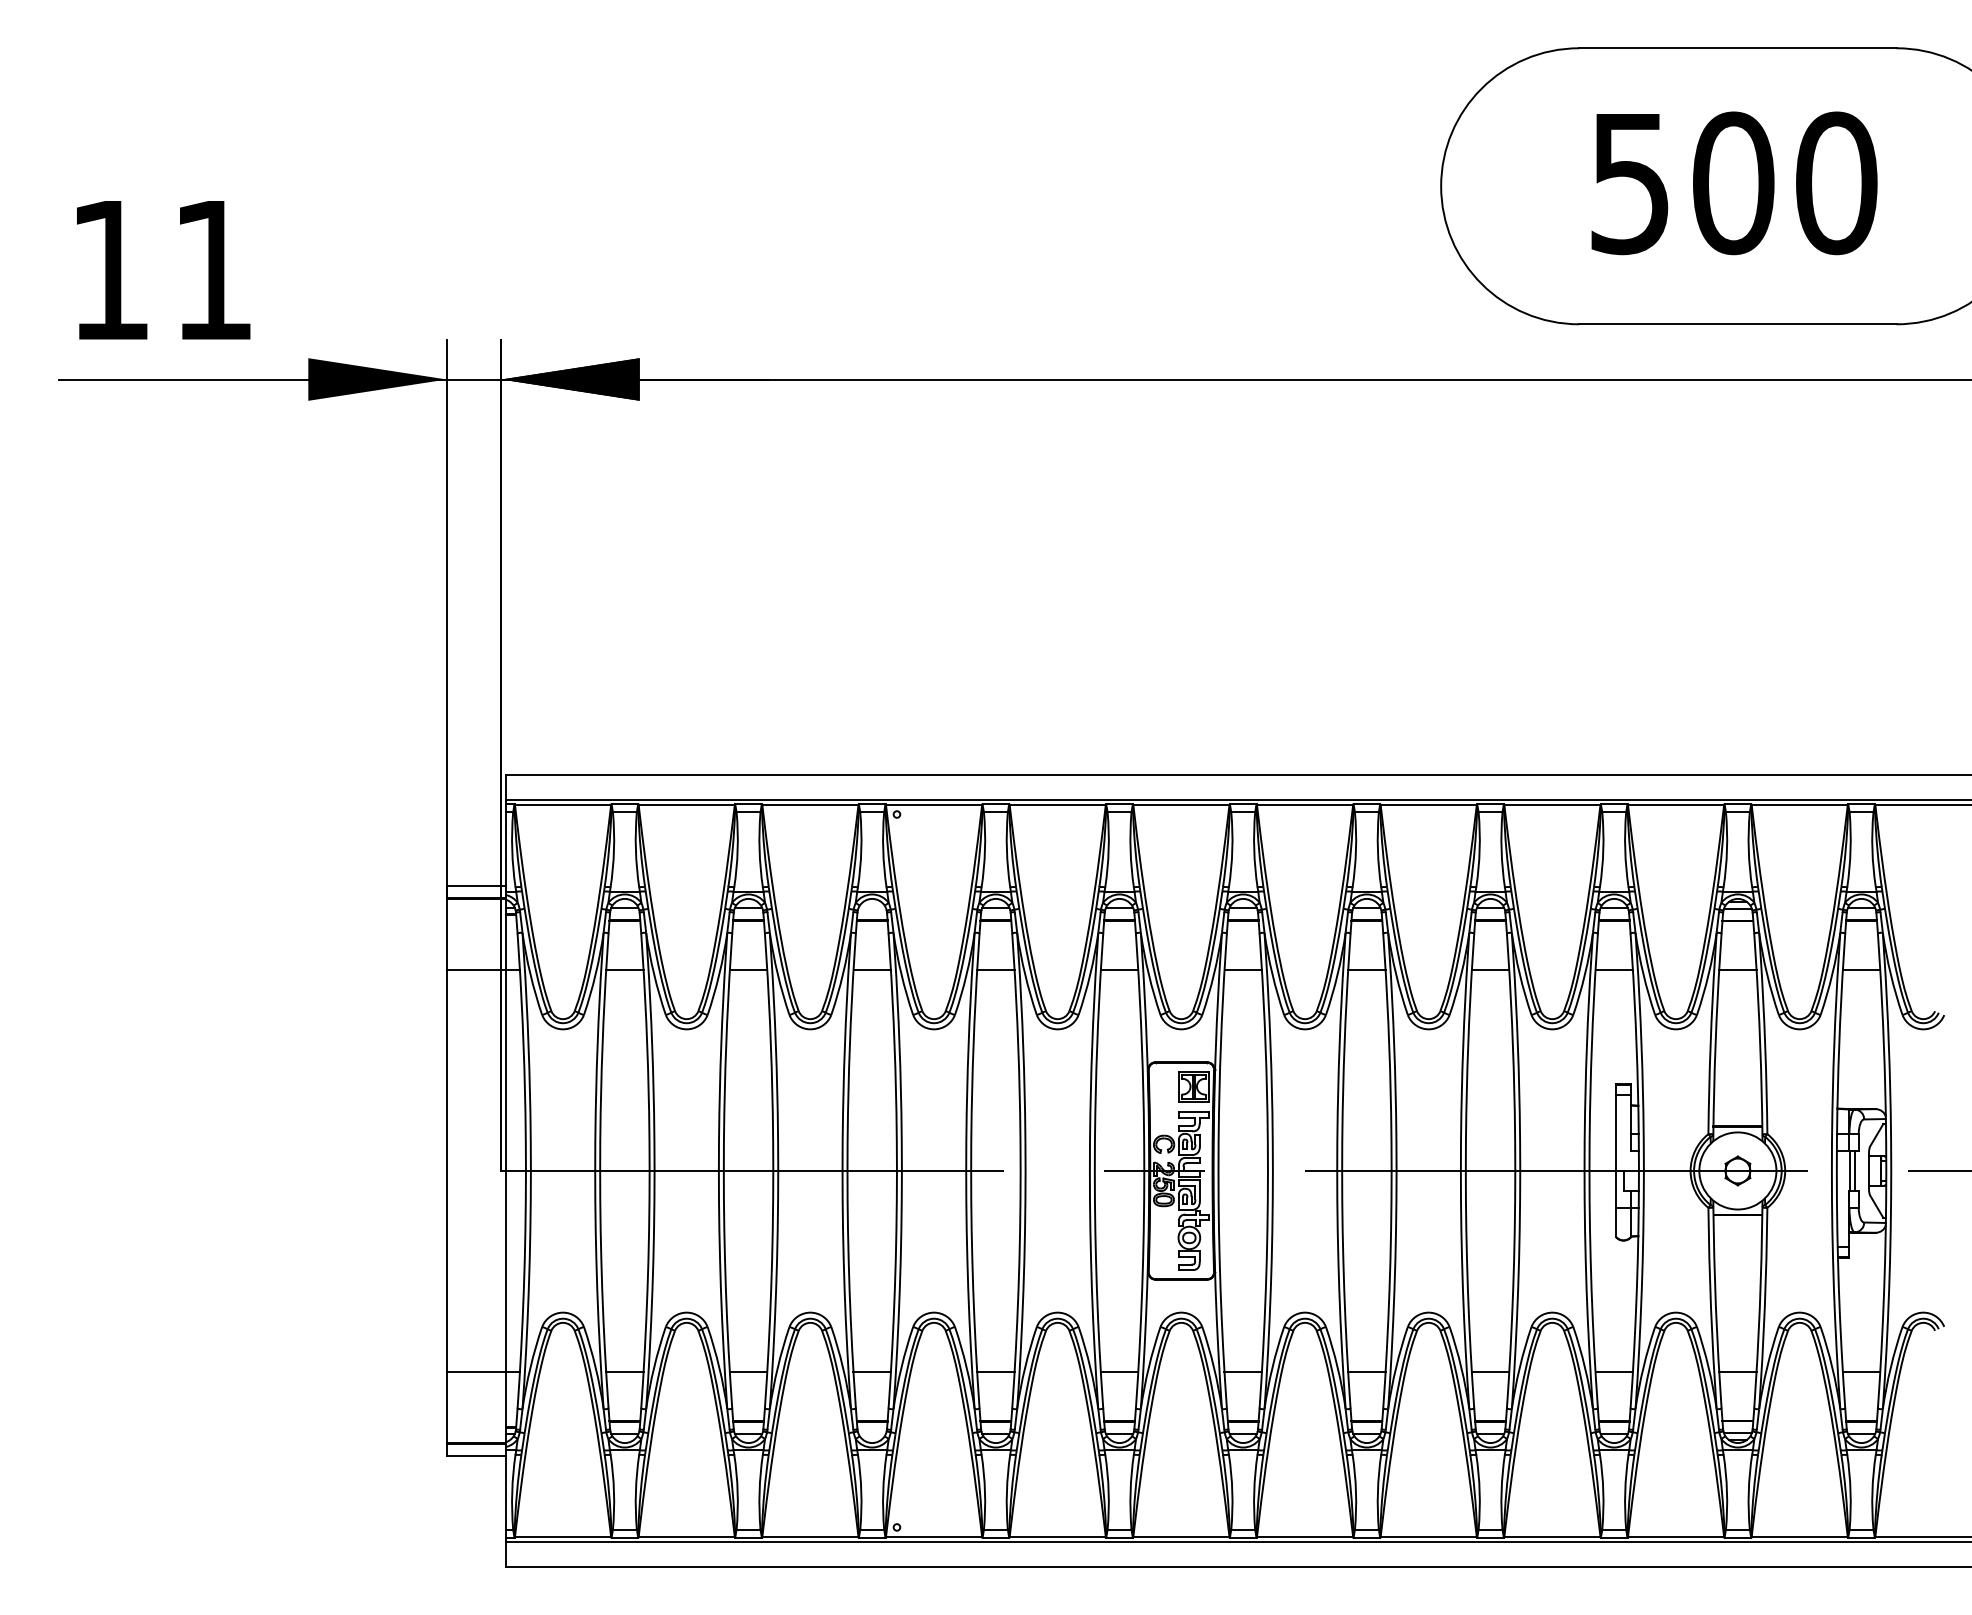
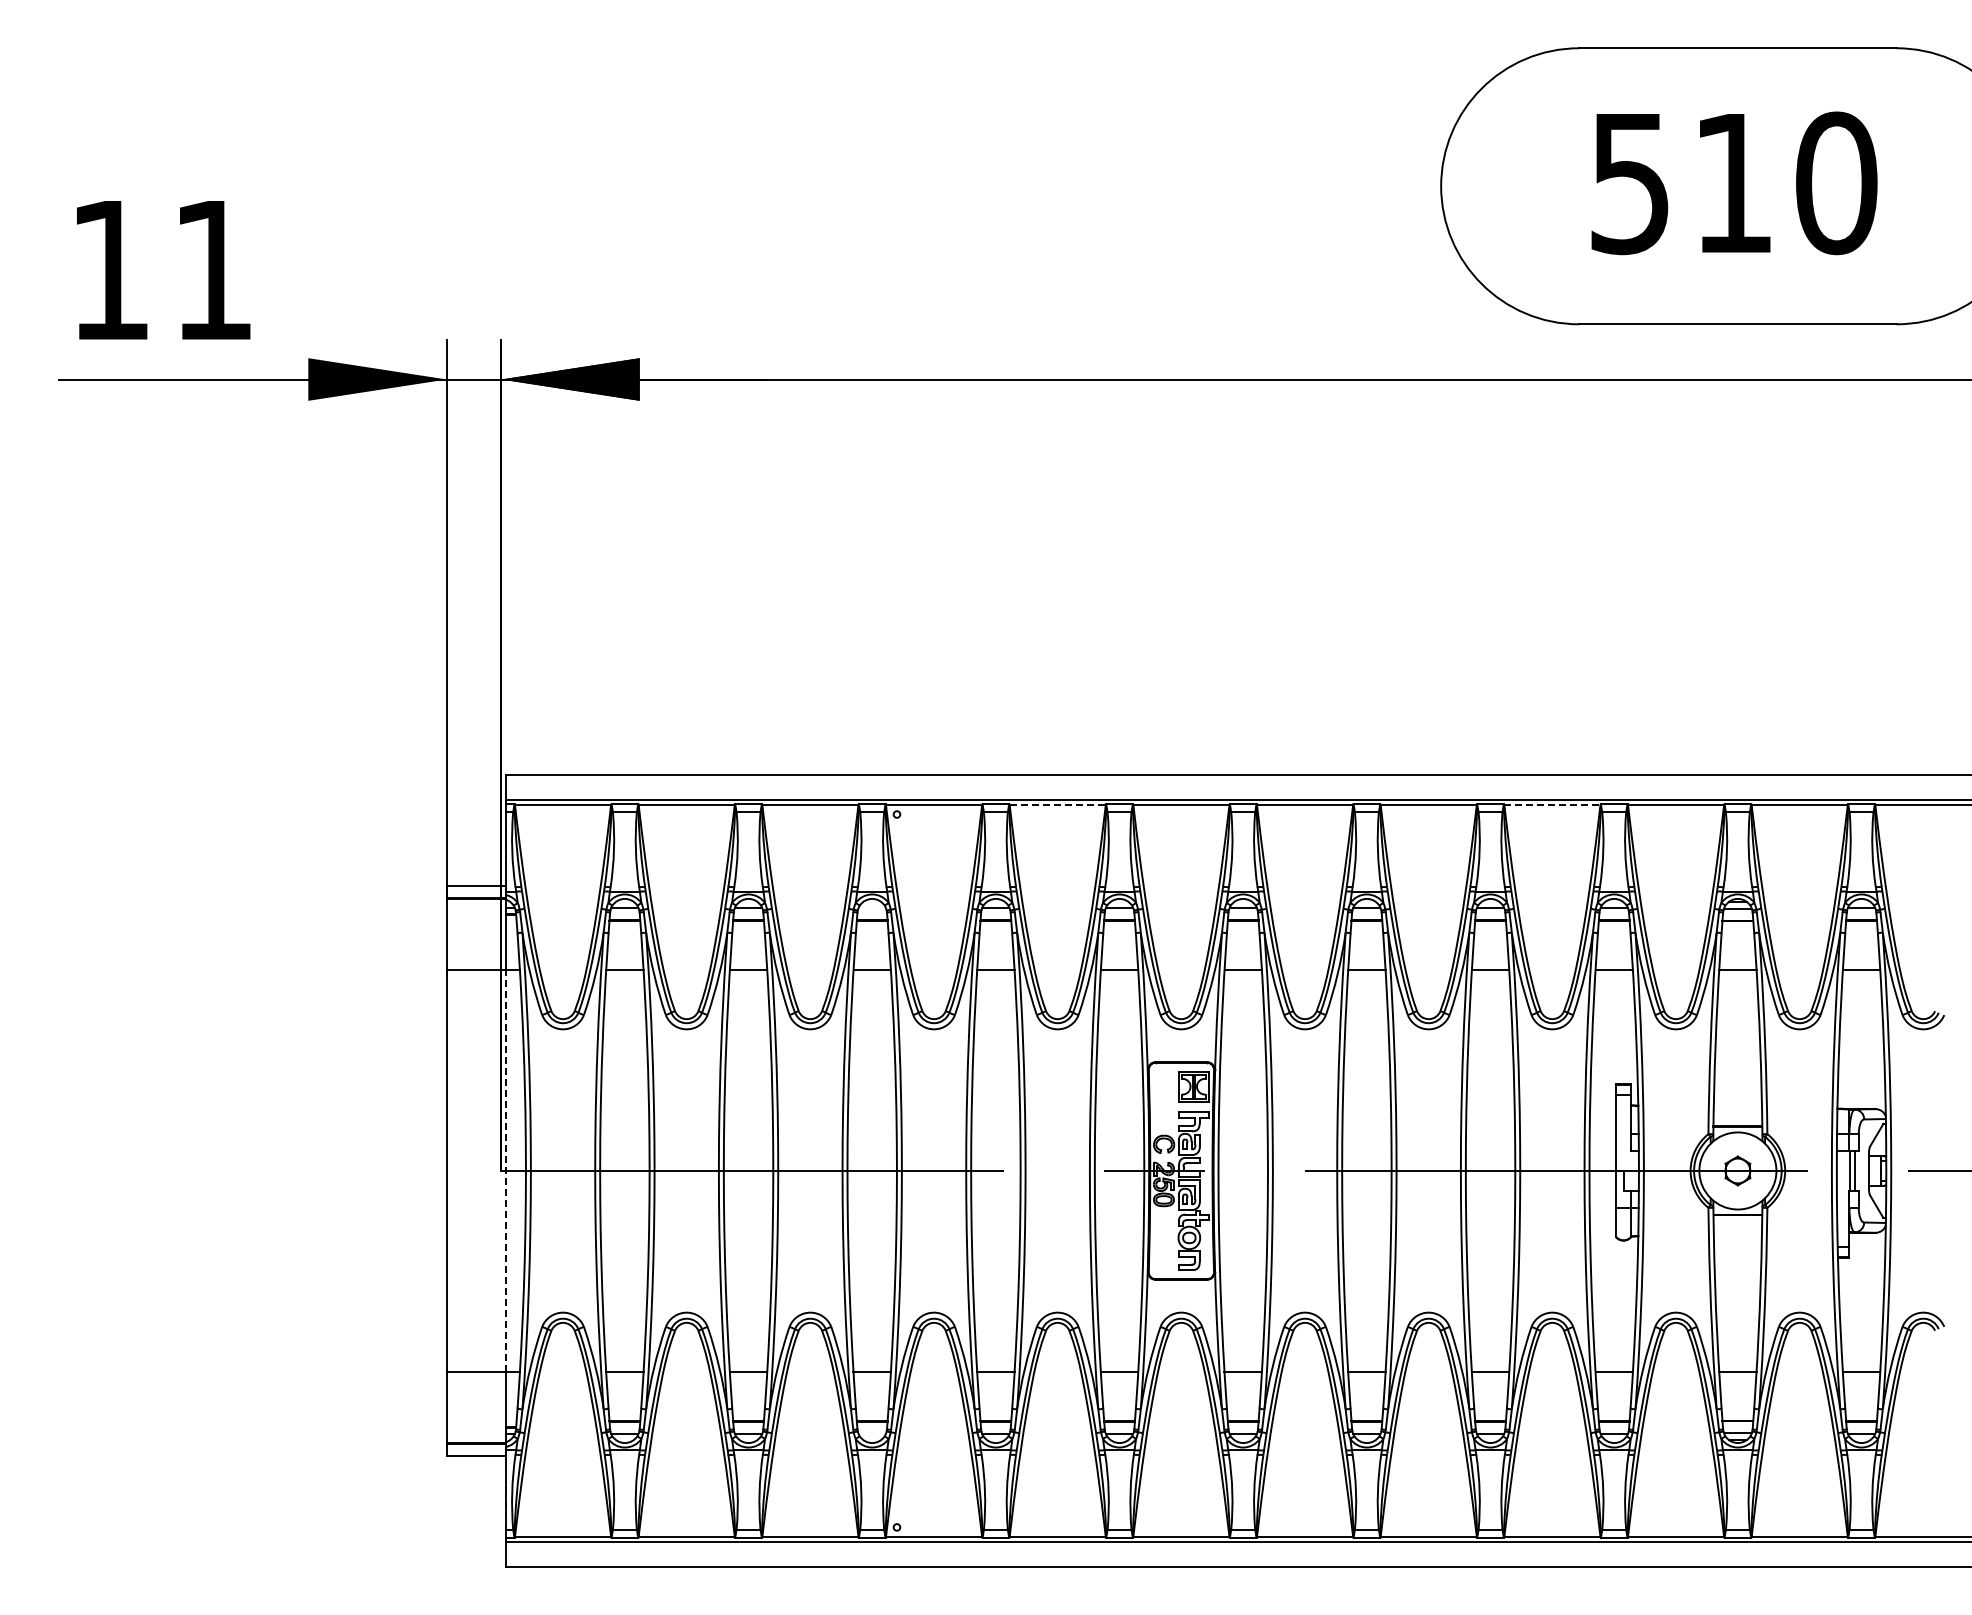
text at (1733, 183): 500 -> 510
line at (1058, 804): solid -> dashed
line at (1552, 804): solid -> dashed
line at (506, 1170): solid -> dashed
